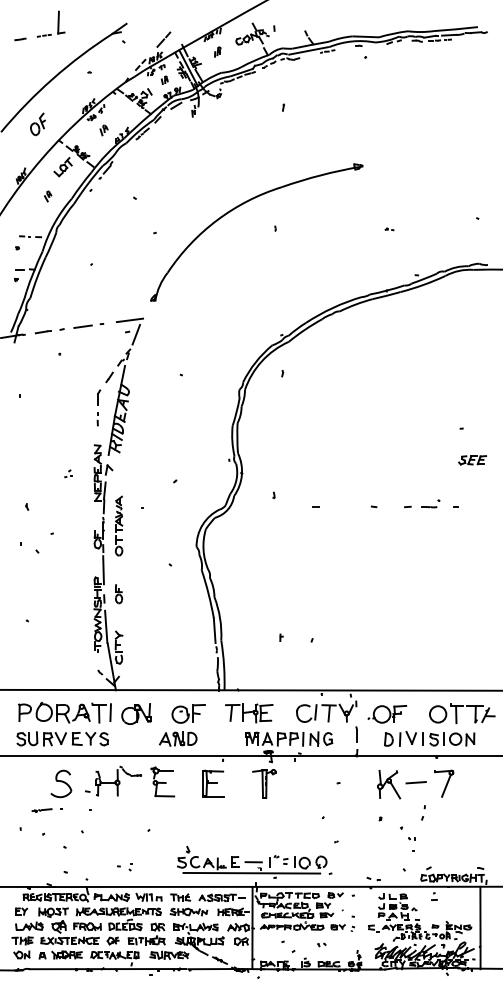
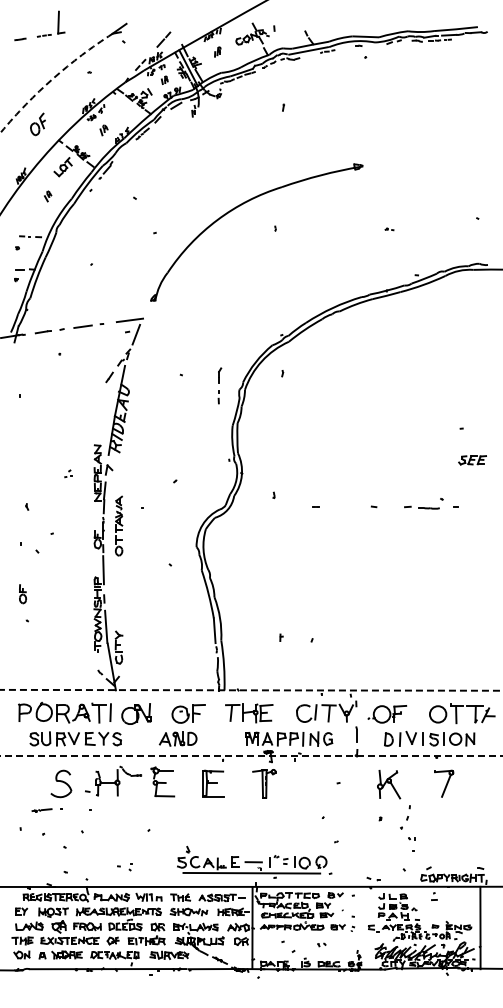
arc at (53, 78): solid -> dashed
part at (98, 407) position: (98, 407) -> (219, 385)
part at (430, 503) size: 20x10 px -> 26x12 px
part at (119, 594) position: (119, 594) -> (23, 594)
line at (251, 690): solid -> dashed
part at (62, 738) position: (62, 738) -> (75, 738)
line at (251, 756): solid -> dashed
line at (415, 782): present -> none
part at (423, 812) position: (423, 812) -> (408, 812)
